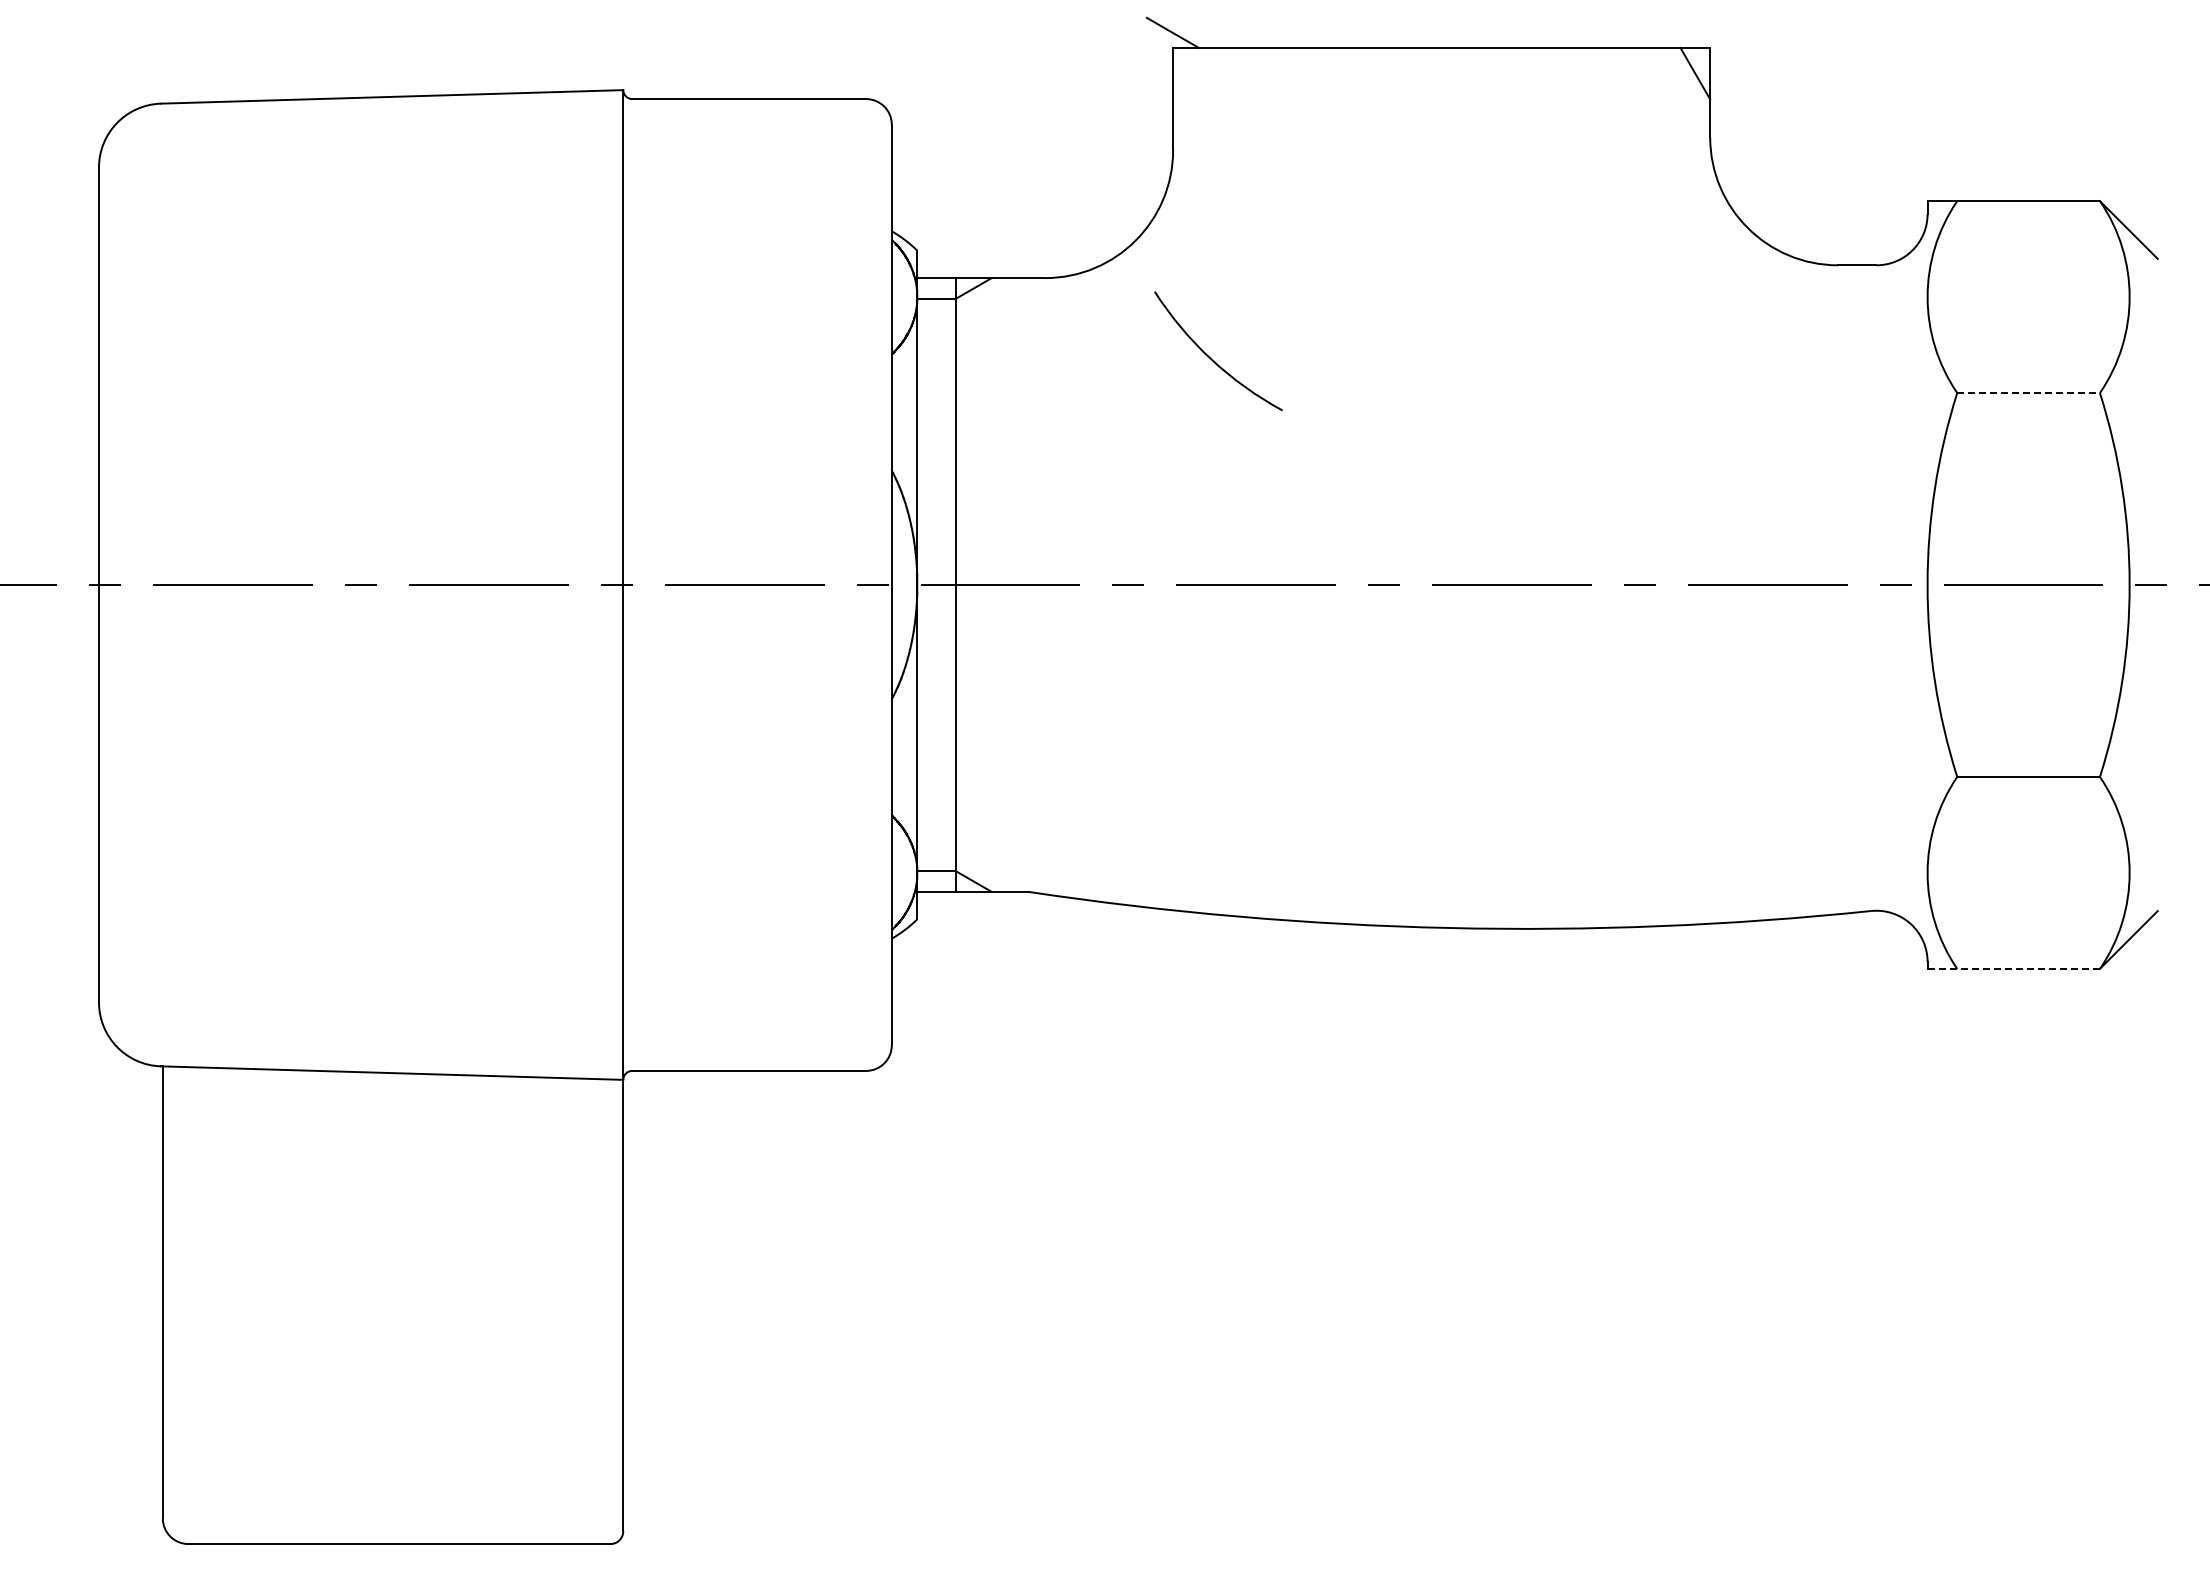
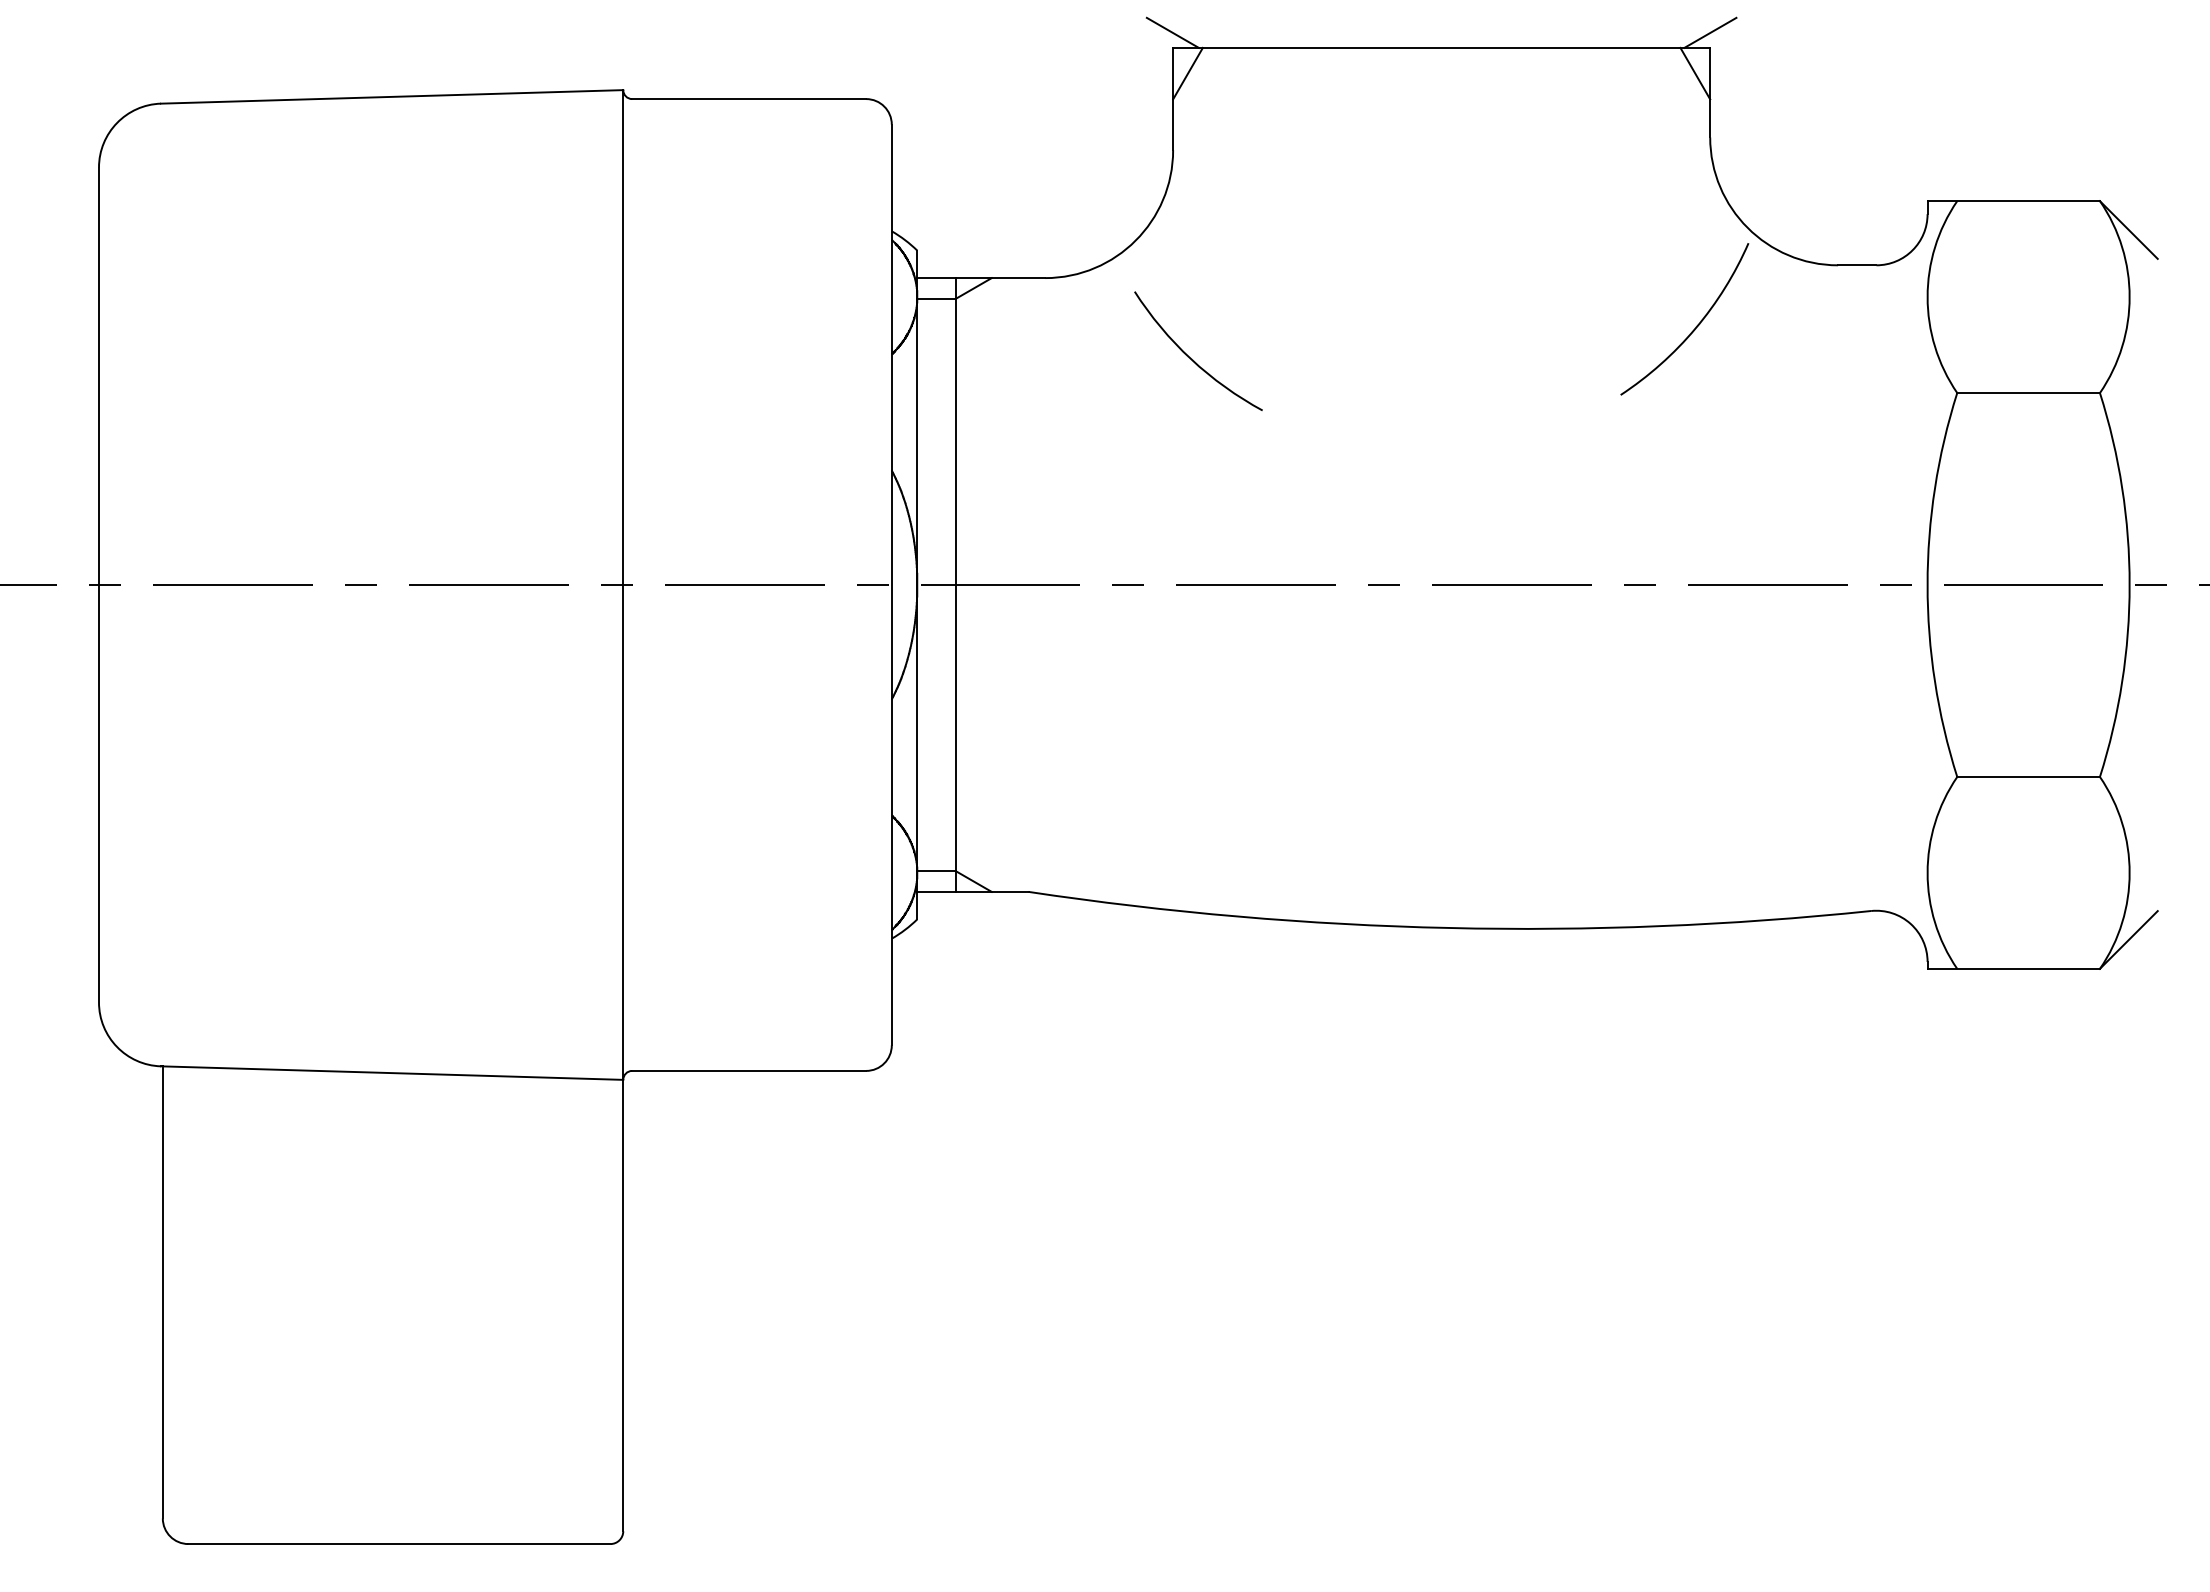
line at (1710, 32): none -> present
line at (1187, 73): none -> present
arc at (1695, 326): none -> present
arc at (1213, 359) position: (1213, 359) -> (1193, 359)
line at (2029, 393): dashed -> solid
line at (2014, 968): dashed -> solid
